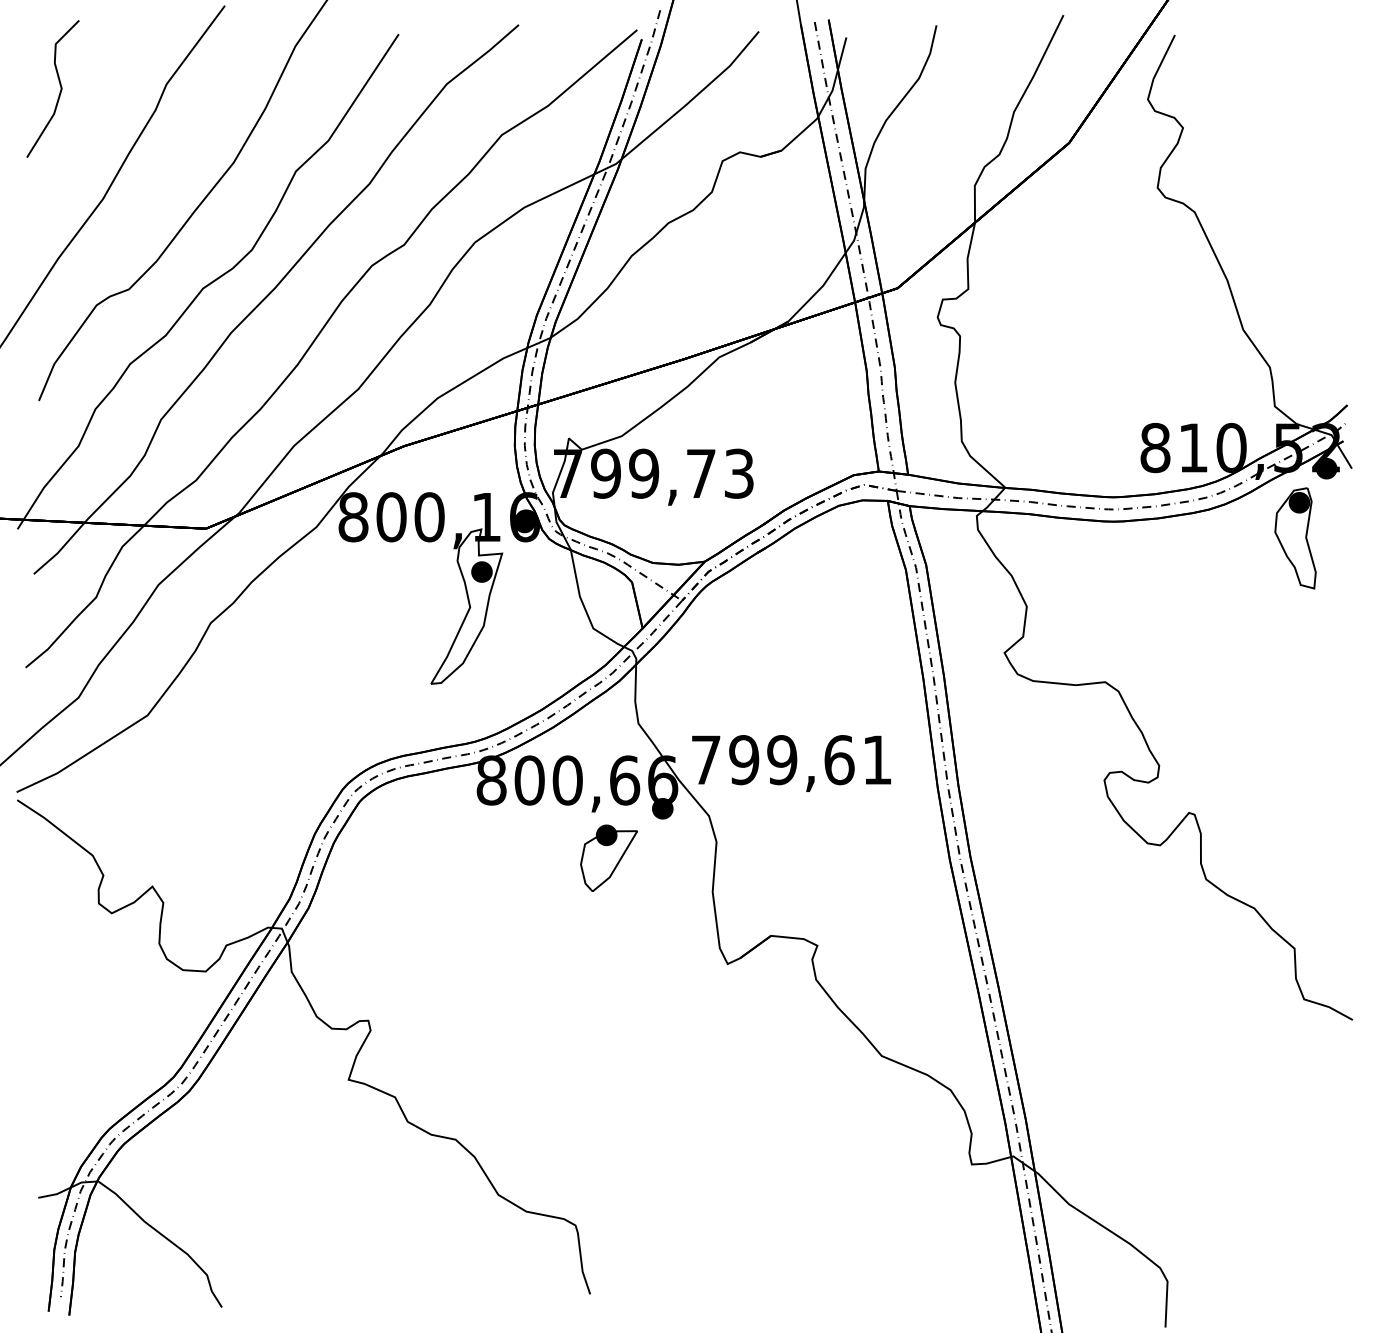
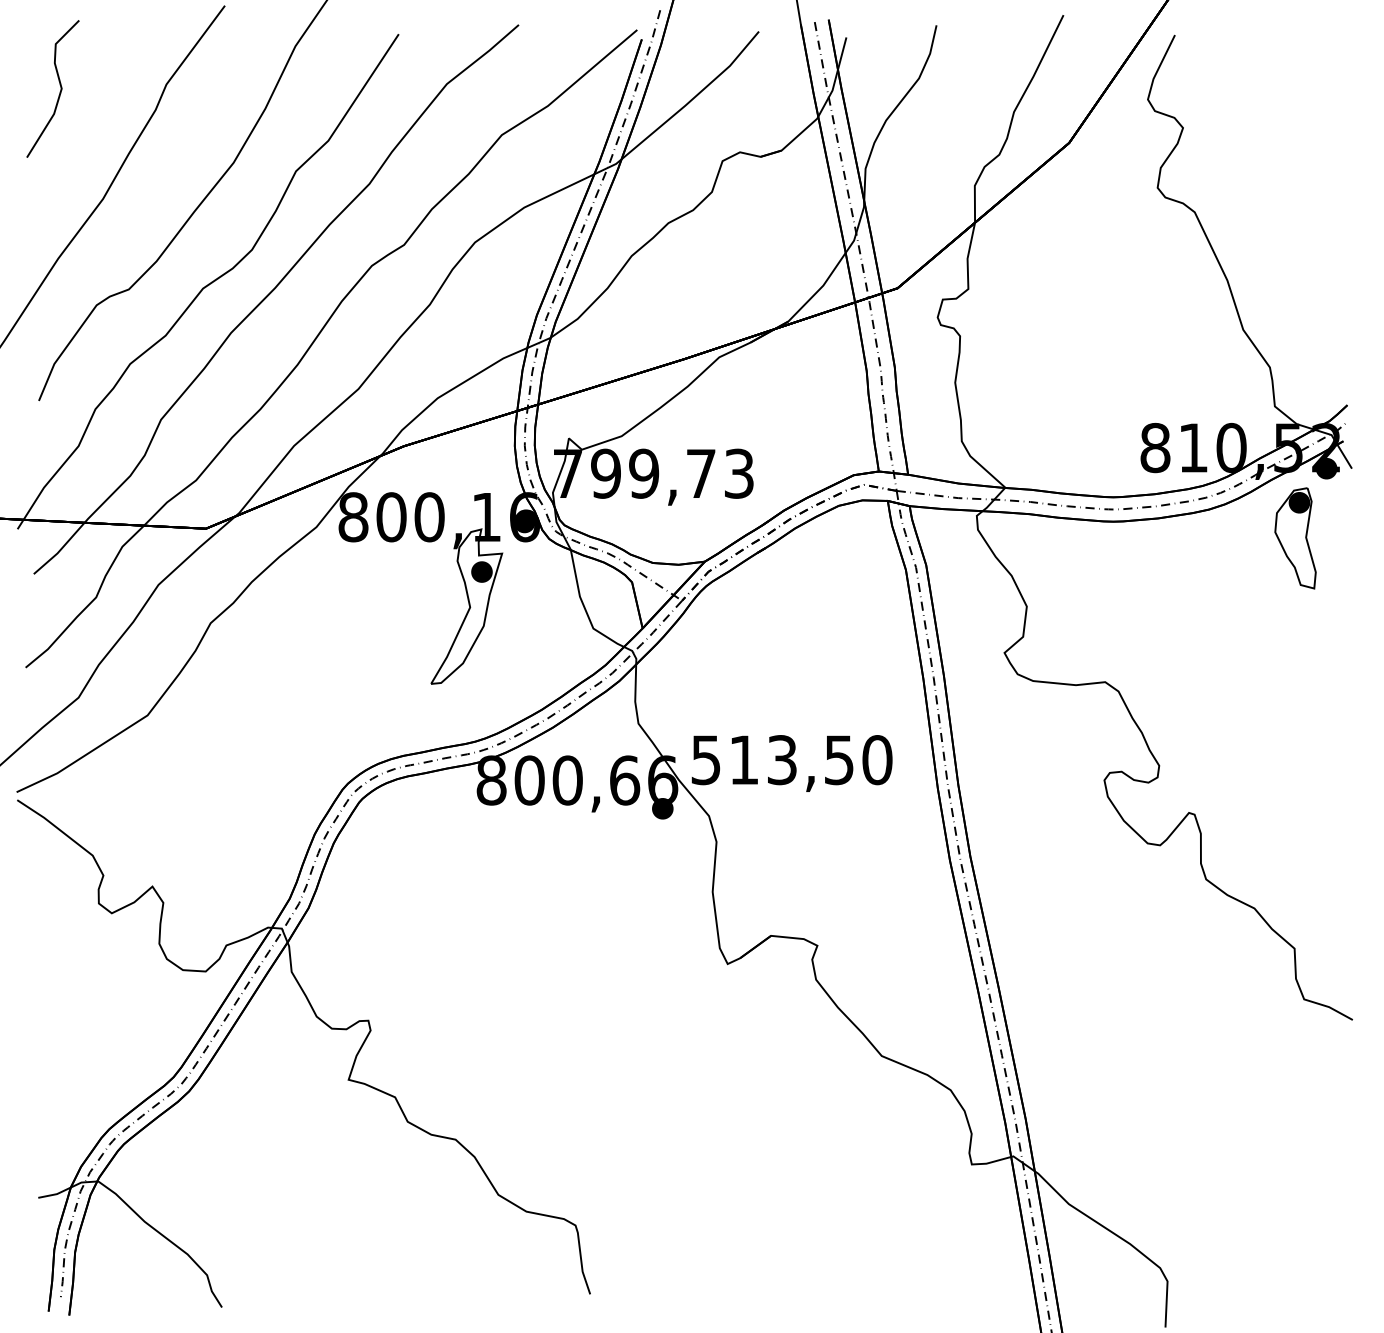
text at (791, 760): 799,61 -> 513,50
part at (608, 857): present -> none
